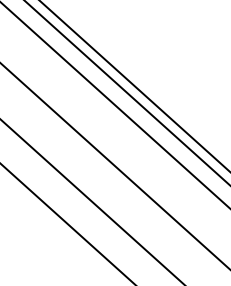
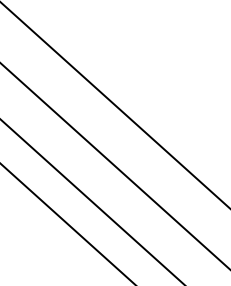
line at (134, 85): present -> none
line at (126, 92): present -> none
